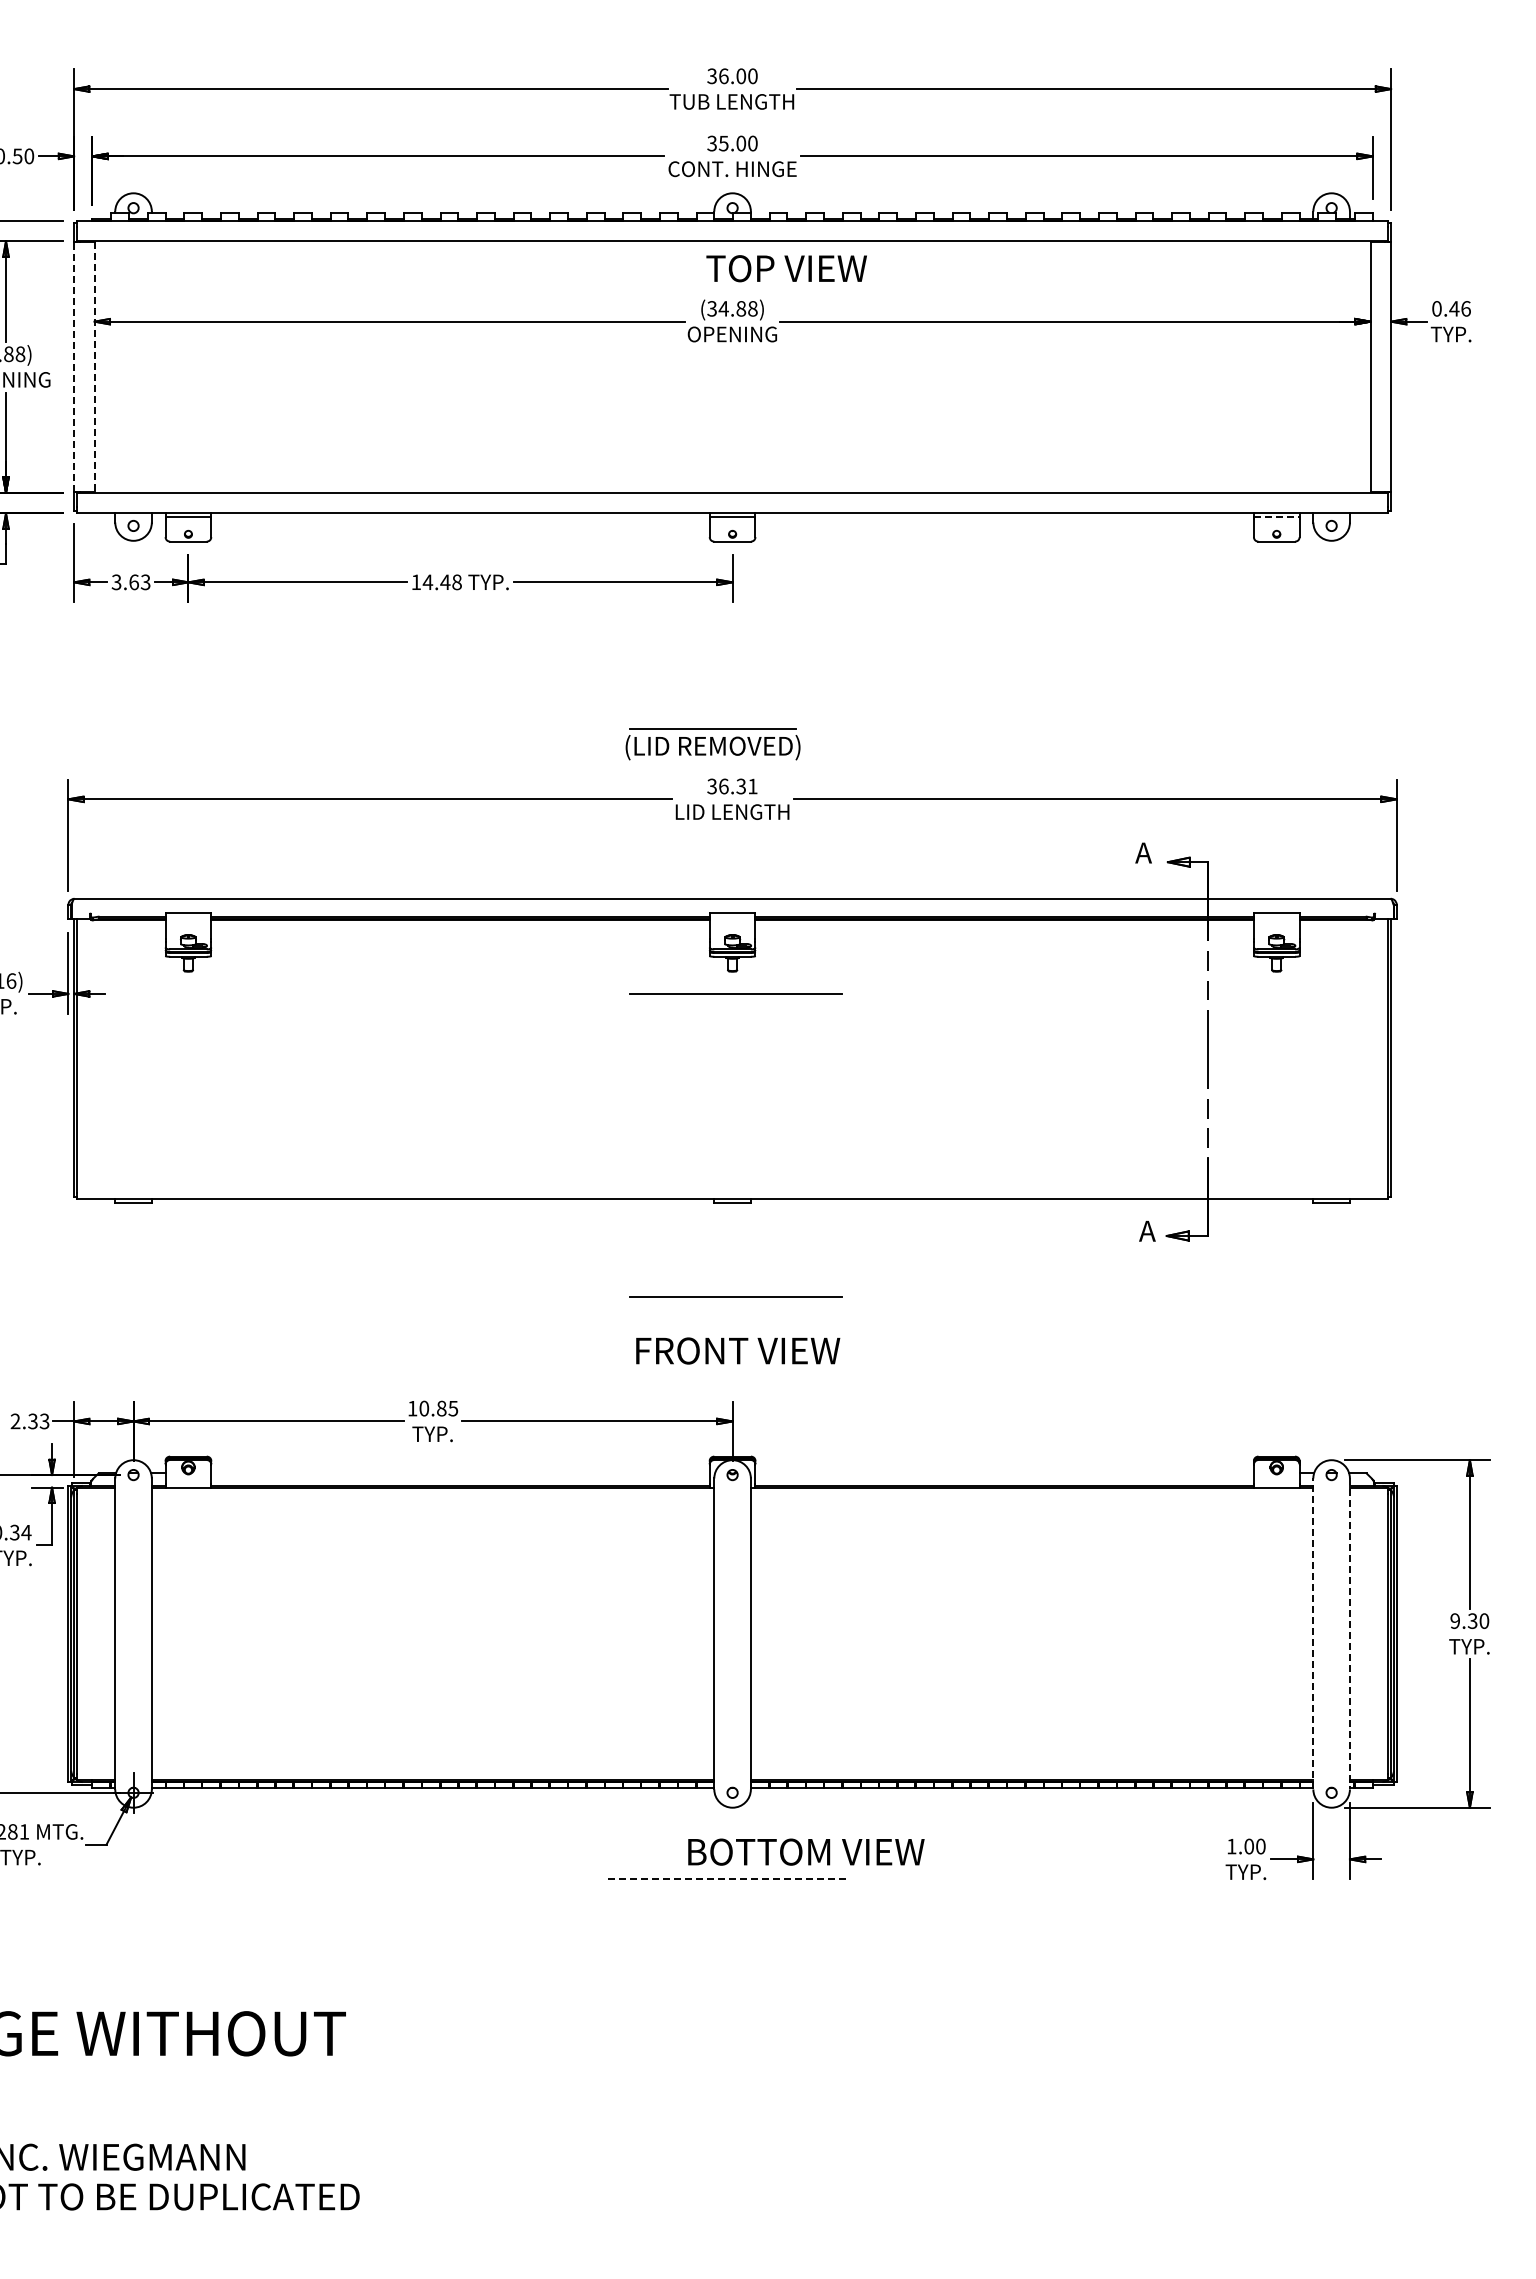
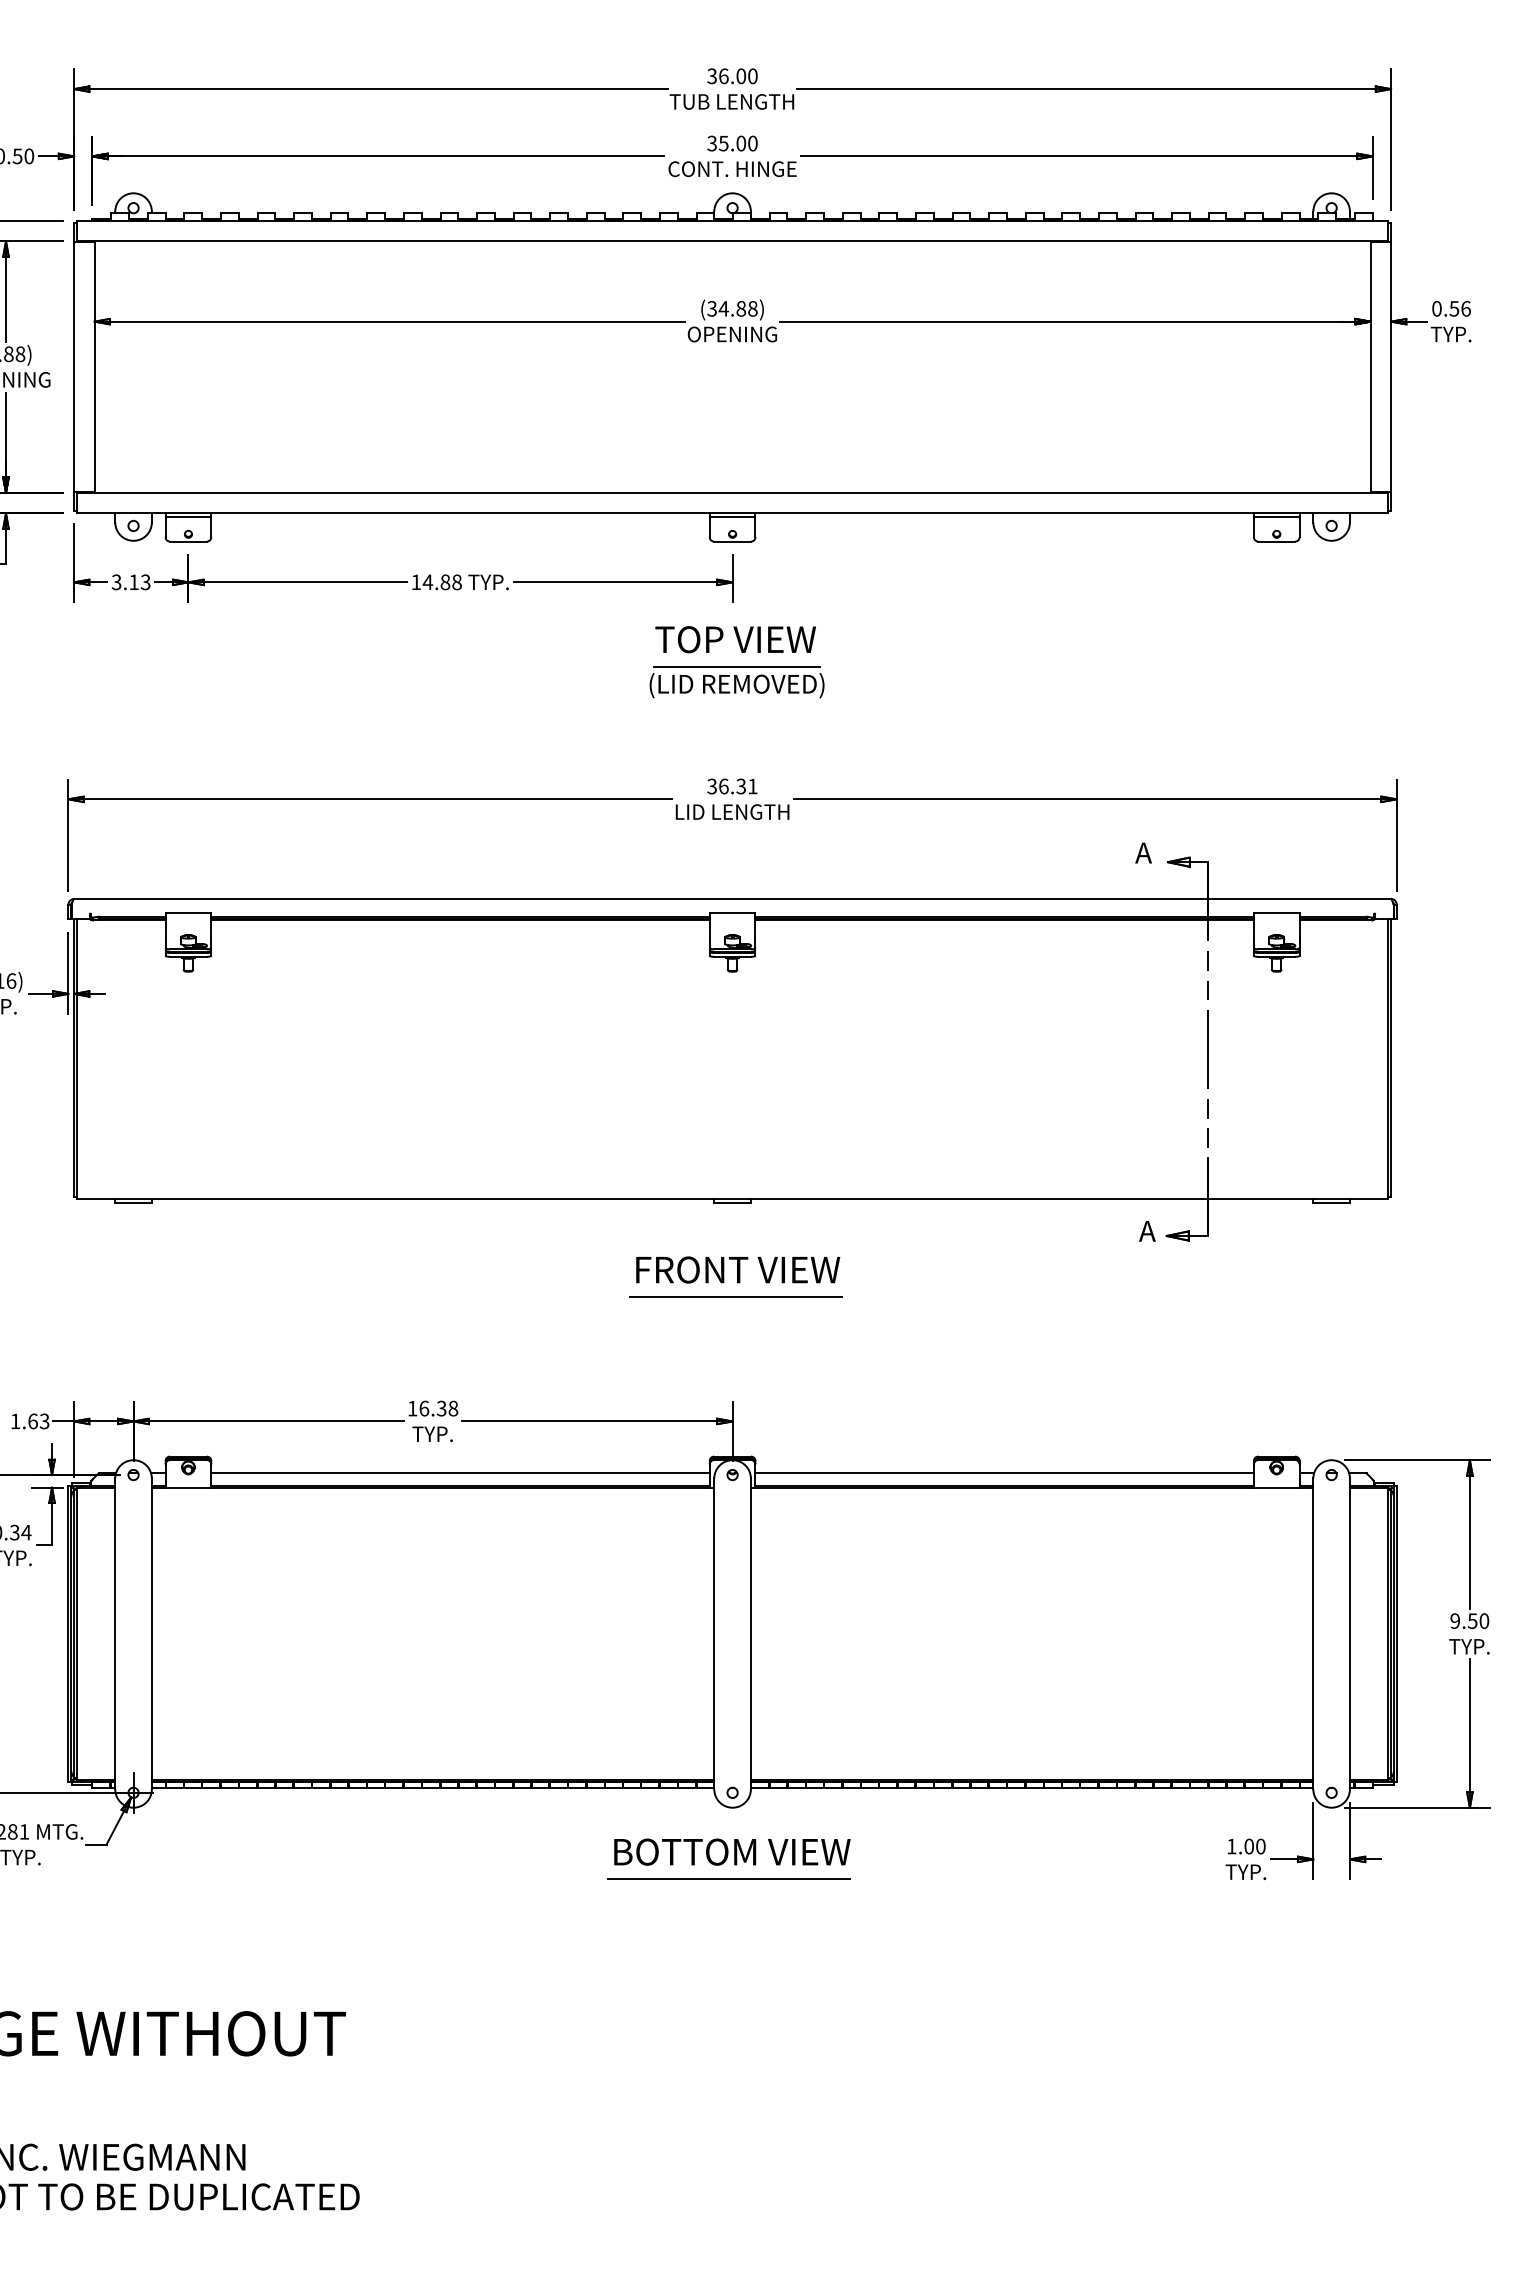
text at (786, 268) position: (786, 268) -> (735, 639)
text at (1454, 308): 0.46 -> 0.56
line at (74, 366): dashed -> solid
line at (94, 367): dashed -> solid
line at (1276, 517): dashed -> solid
text at (133, 582): 3.63 -> 3.13
text at (445, 582): 14.48 -> 14.88
part at (712, 744) position: (712, 744) -> (736, 682)
line at (735, 993): present -> none
text at (738, 1350) position: (738, 1350) -> (738, 1269)
text at (438, 1408): 10.85 -> 16.38
text at (23, 1421): 2.33 -> 1.63
line at (460, 1473): none -> present
line at (1004, 1473): none -> present
text at (1472, 1620): 9.30 -> 9.50
line at (1313, 1633): dashed -> solid
line at (1349, 1634): dashed -> solid
text at (806, 1851) position: (806, 1851) -> (732, 1851)
line at (729, 1878): dashed -> solid
